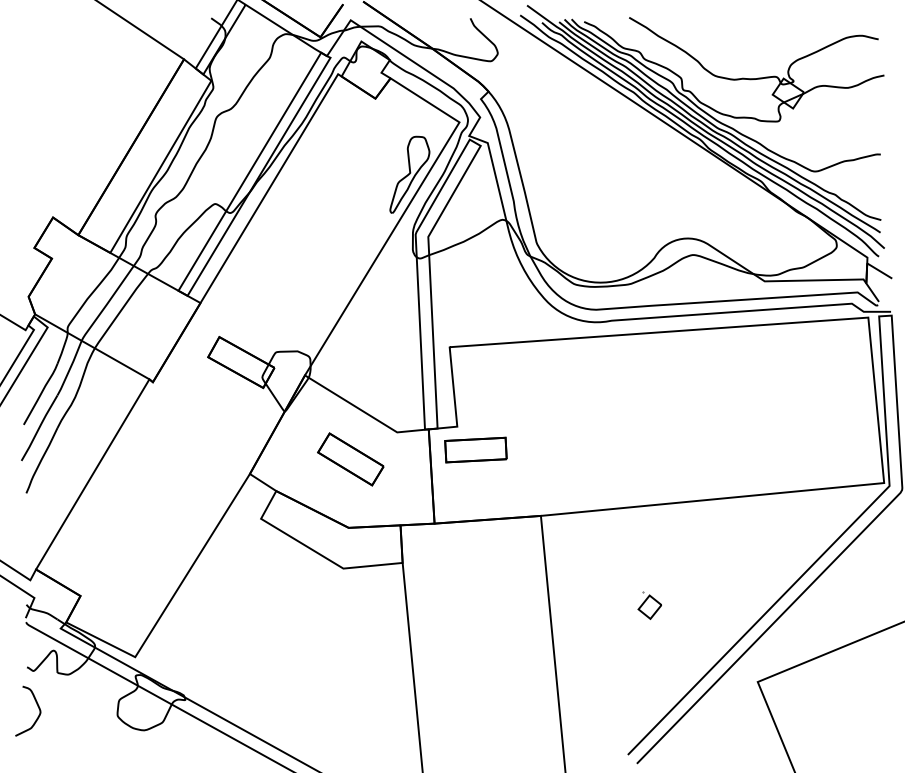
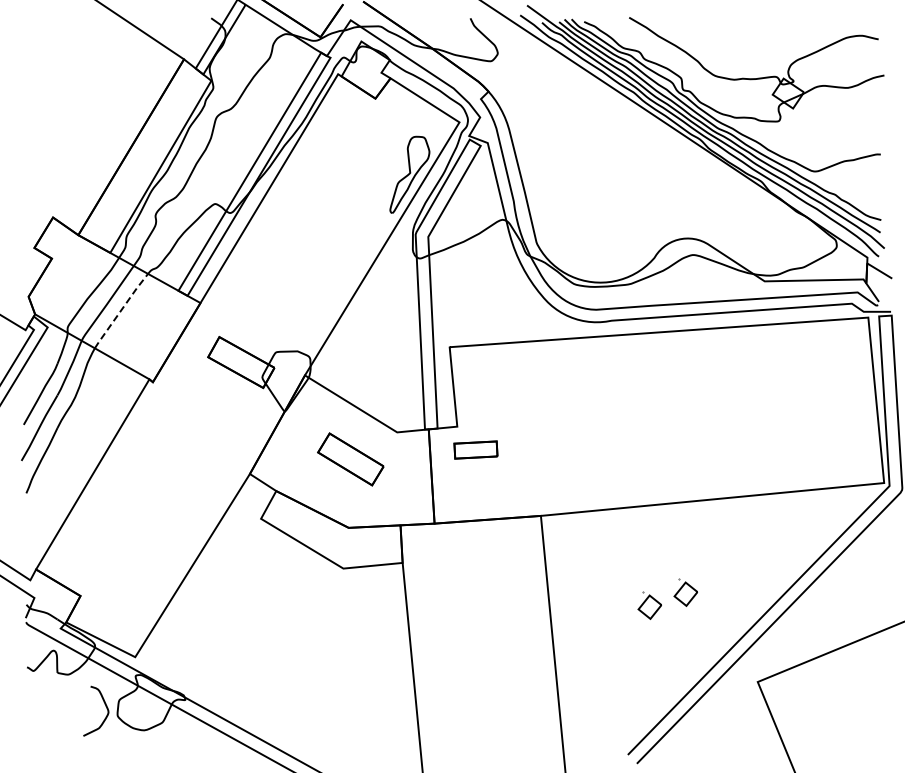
line at (121, 310): solid -> dashed
part at (475, 449) size: 64x28 px -> 46x20 px
part at (685, 592): none -> present
curve at (37, 706) position: (37, 706) -> (105, 706)
